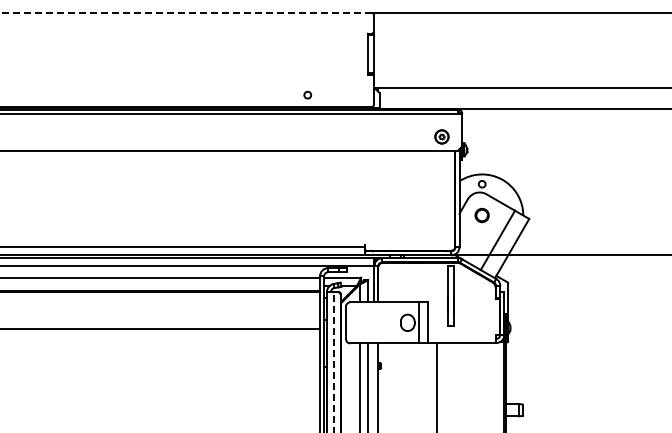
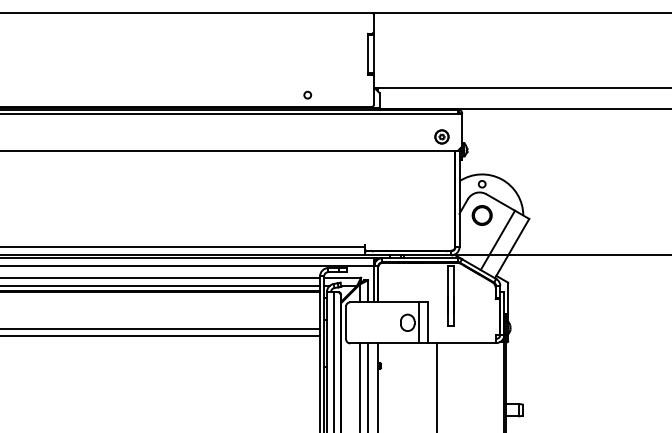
line at (186, 13): dashed -> solid
circle at (481, 215) size: 16x17 px -> 22x21 px
line at (161, 285): none -> present
line at (161, 336): none -> present
line at (333, 362): dashed -> solid
